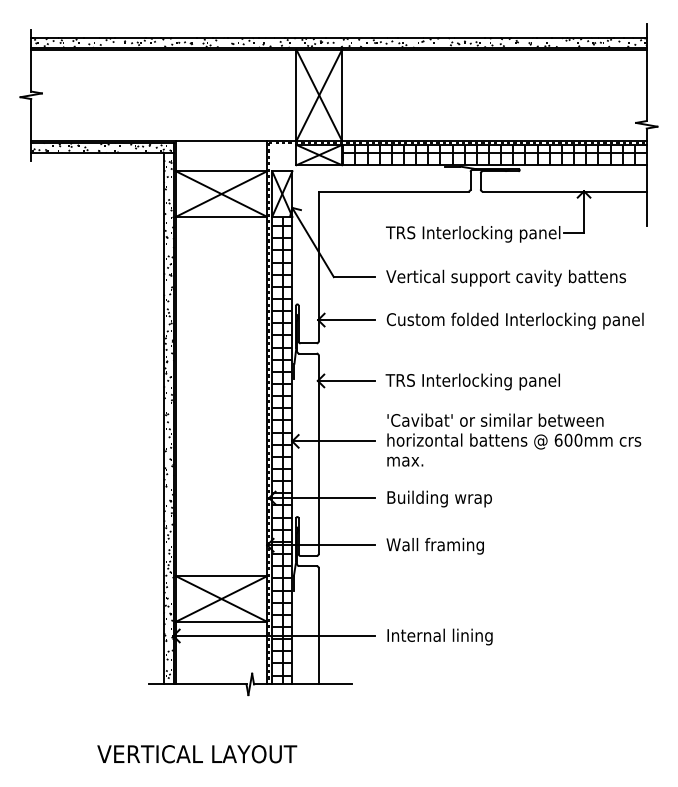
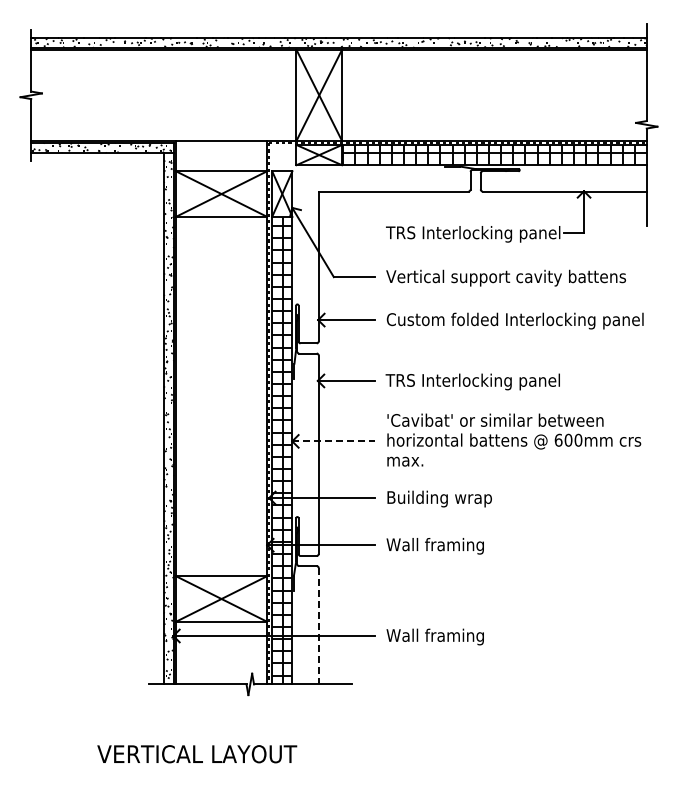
line at (333, 441): solid -> dashed
line at (318, 626): solid -> dashed
text at (439, 636): Internal lining -> Wall framing
